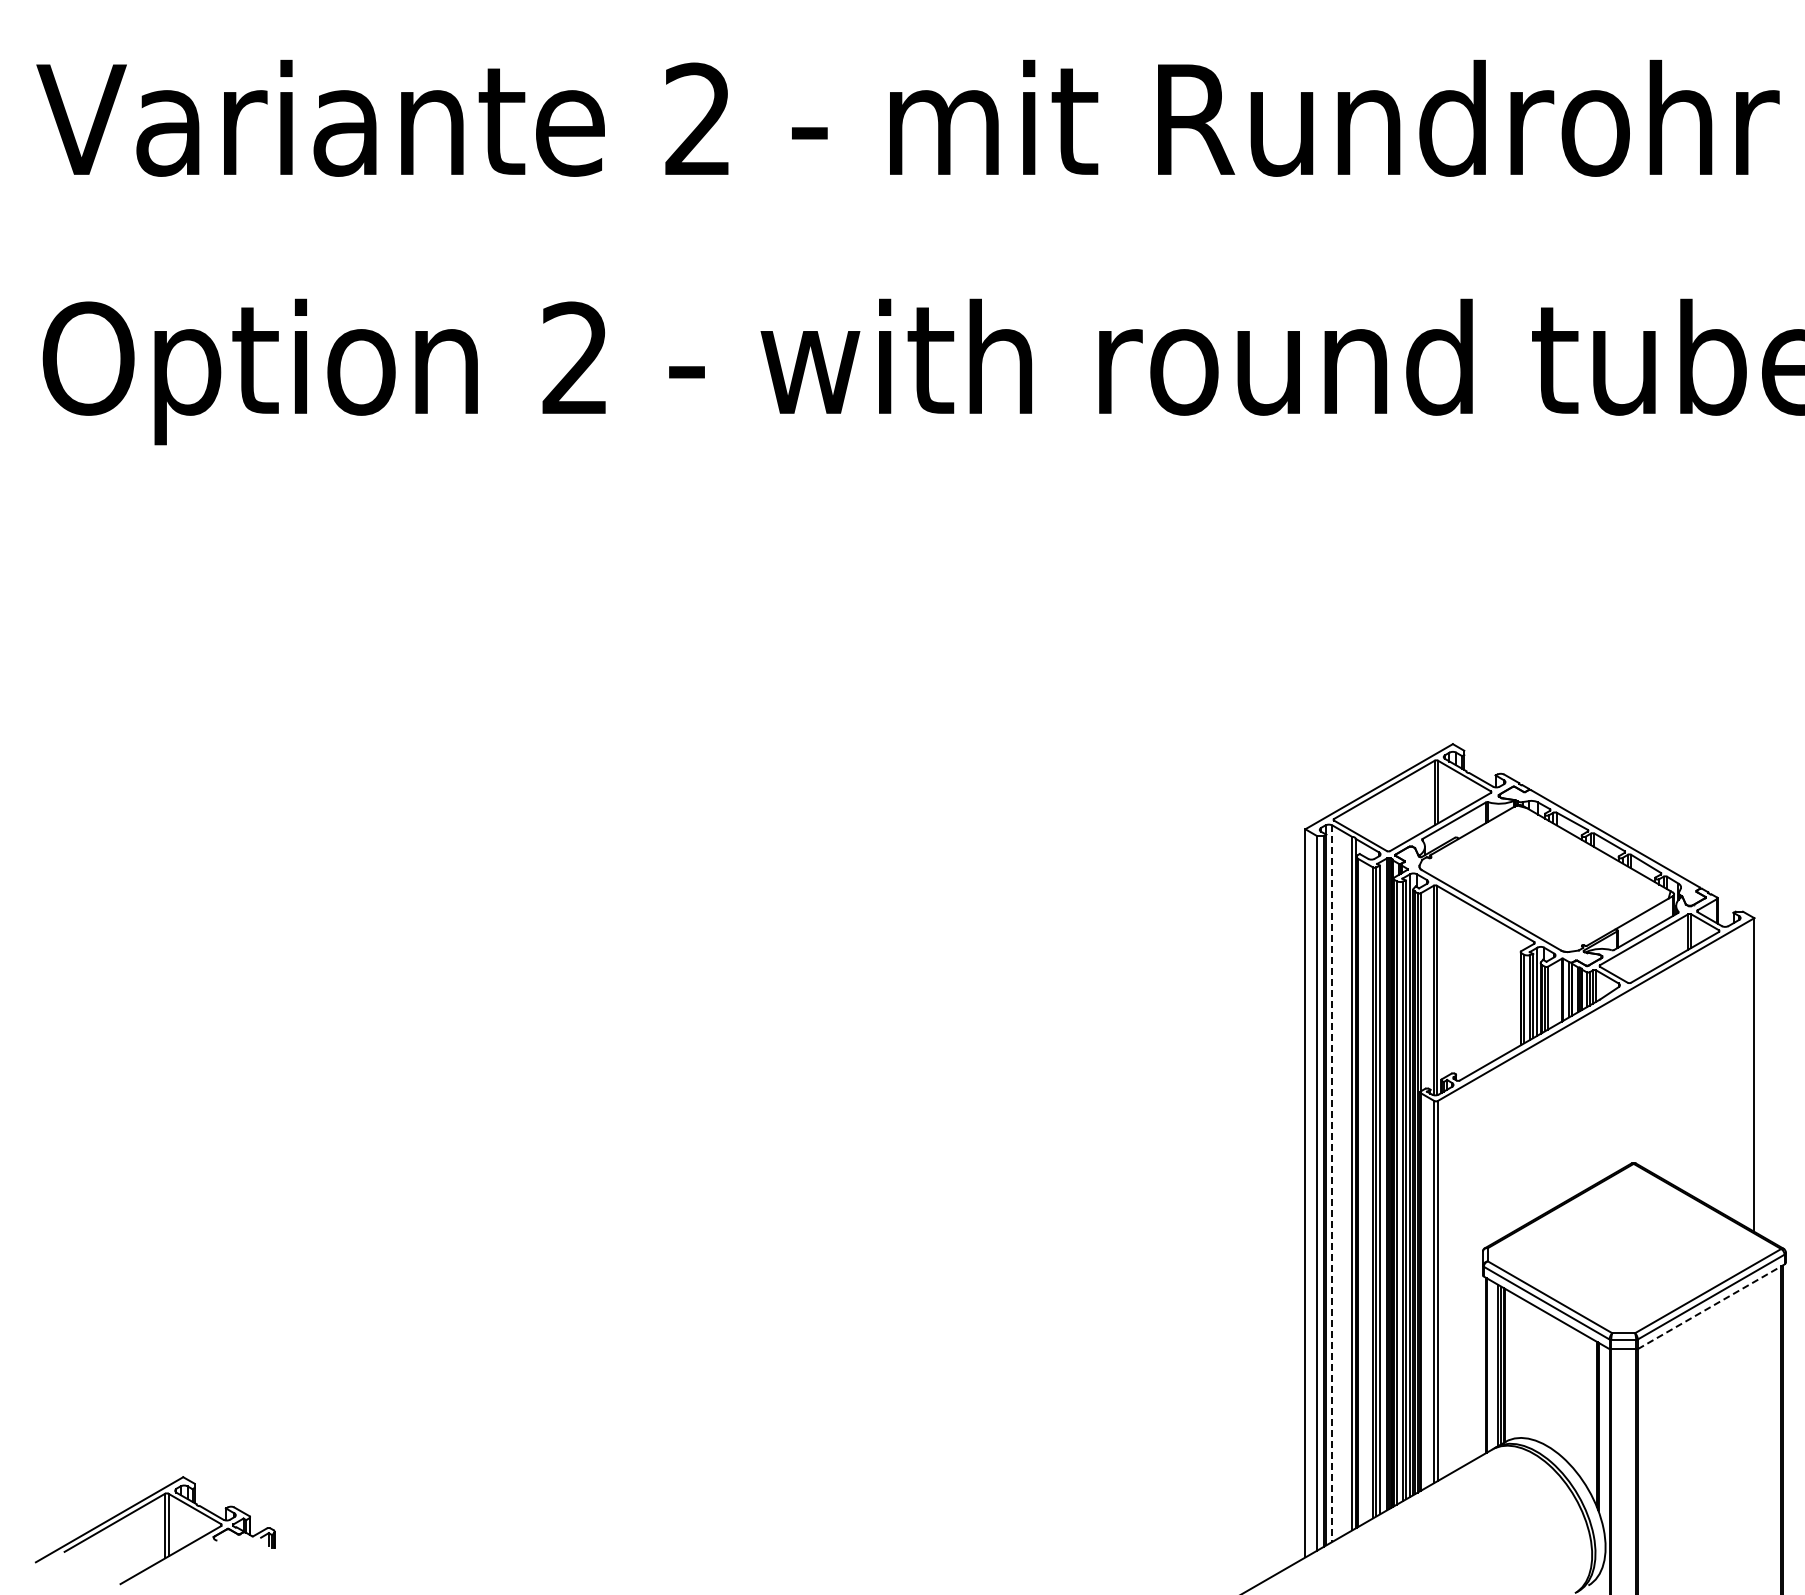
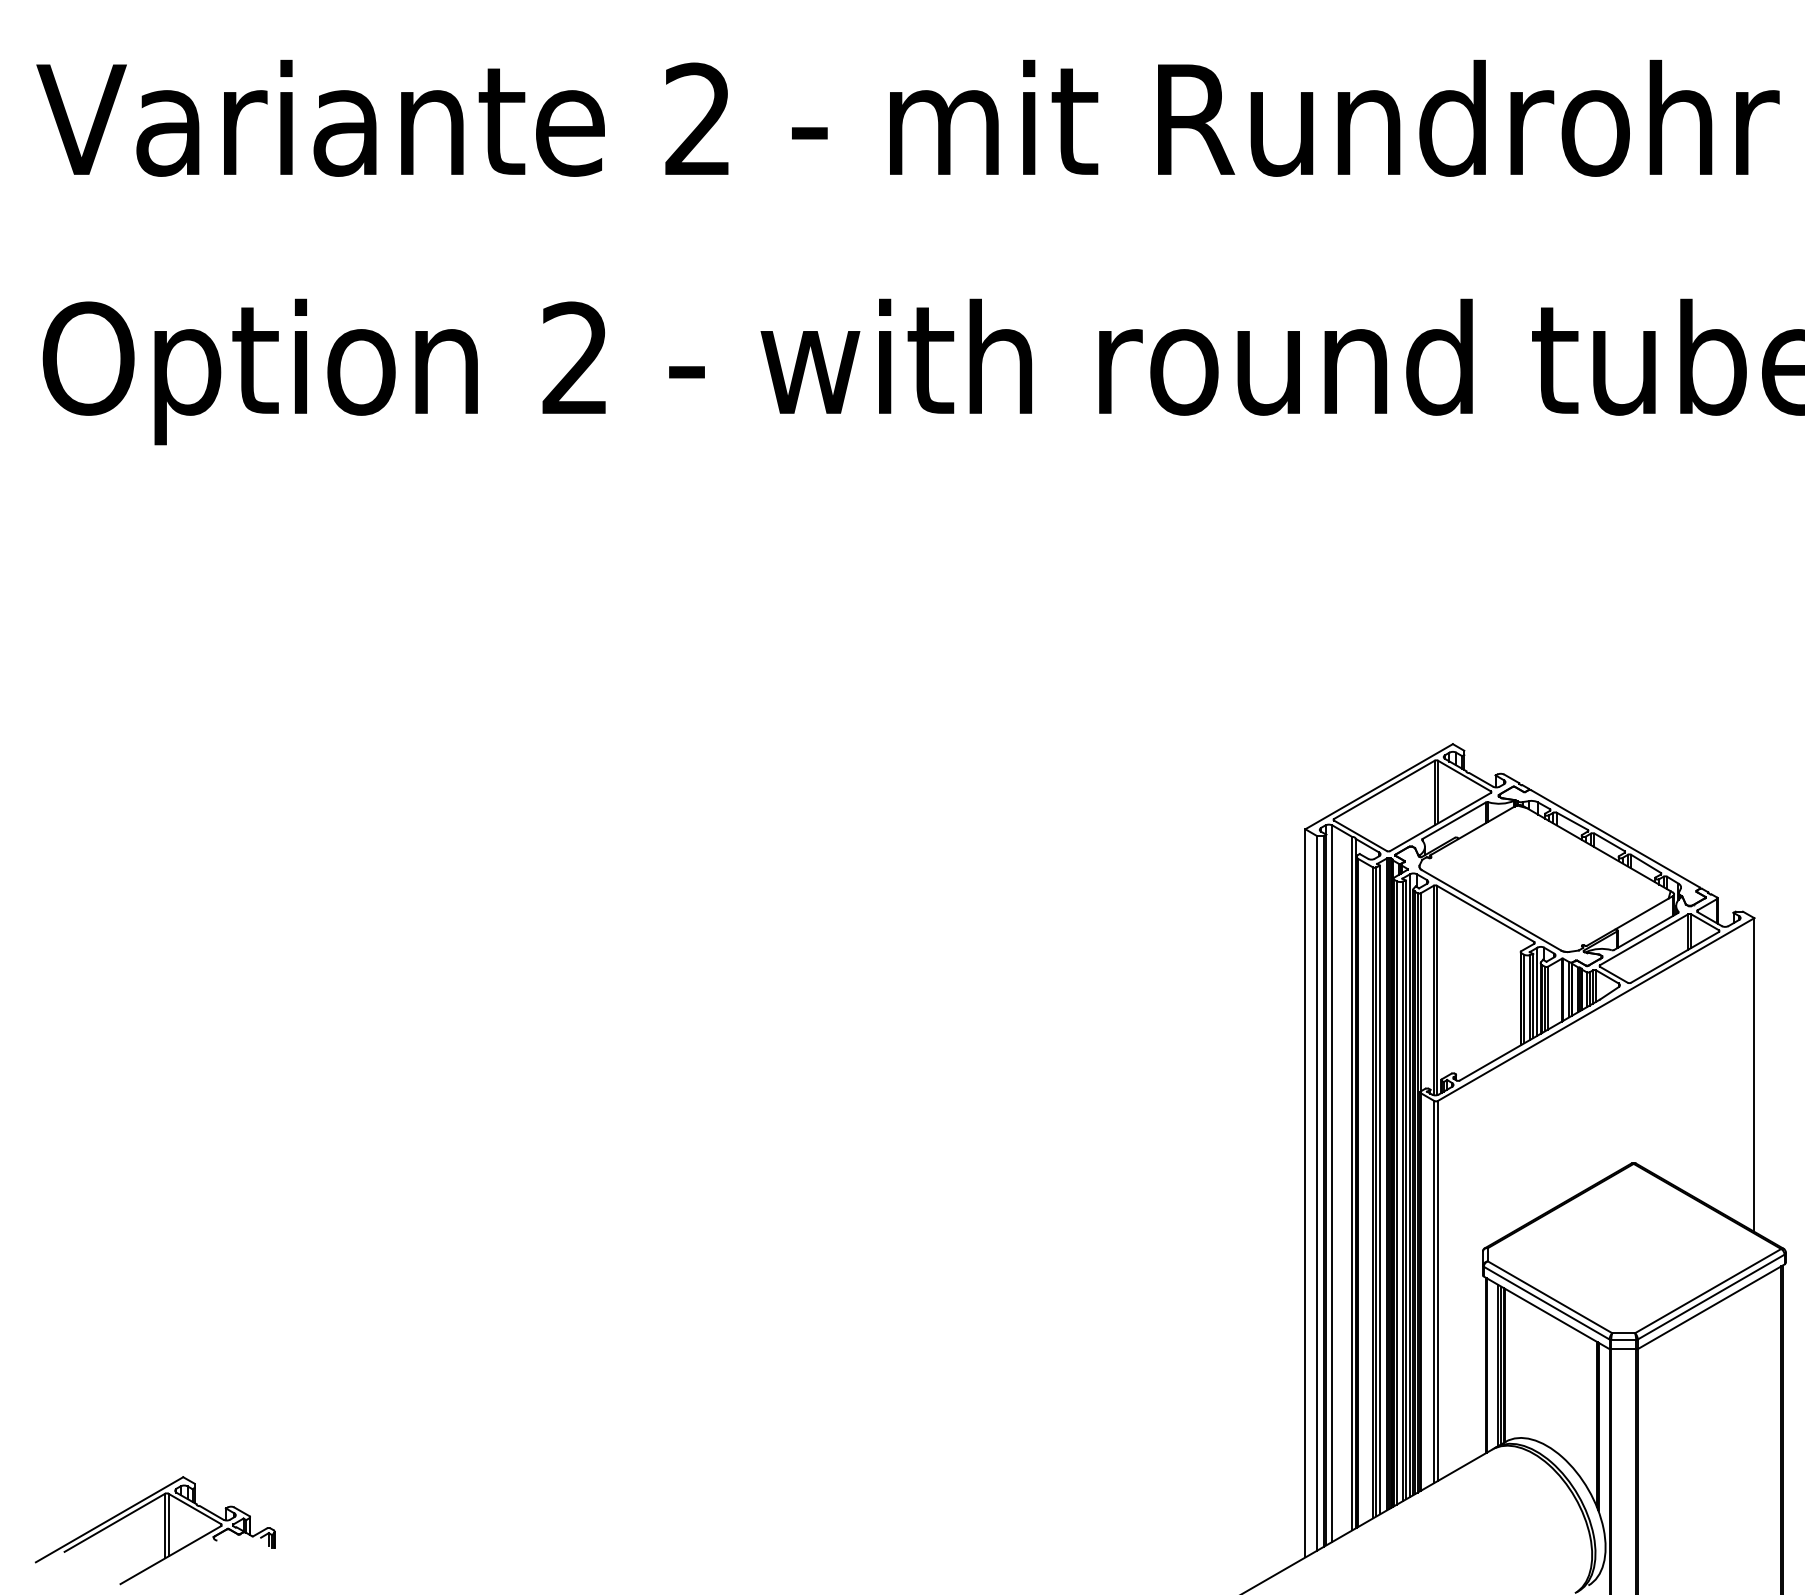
line at (1332, 1184): dashed -> solid
line at (1711, 1306): dashed -> solid
